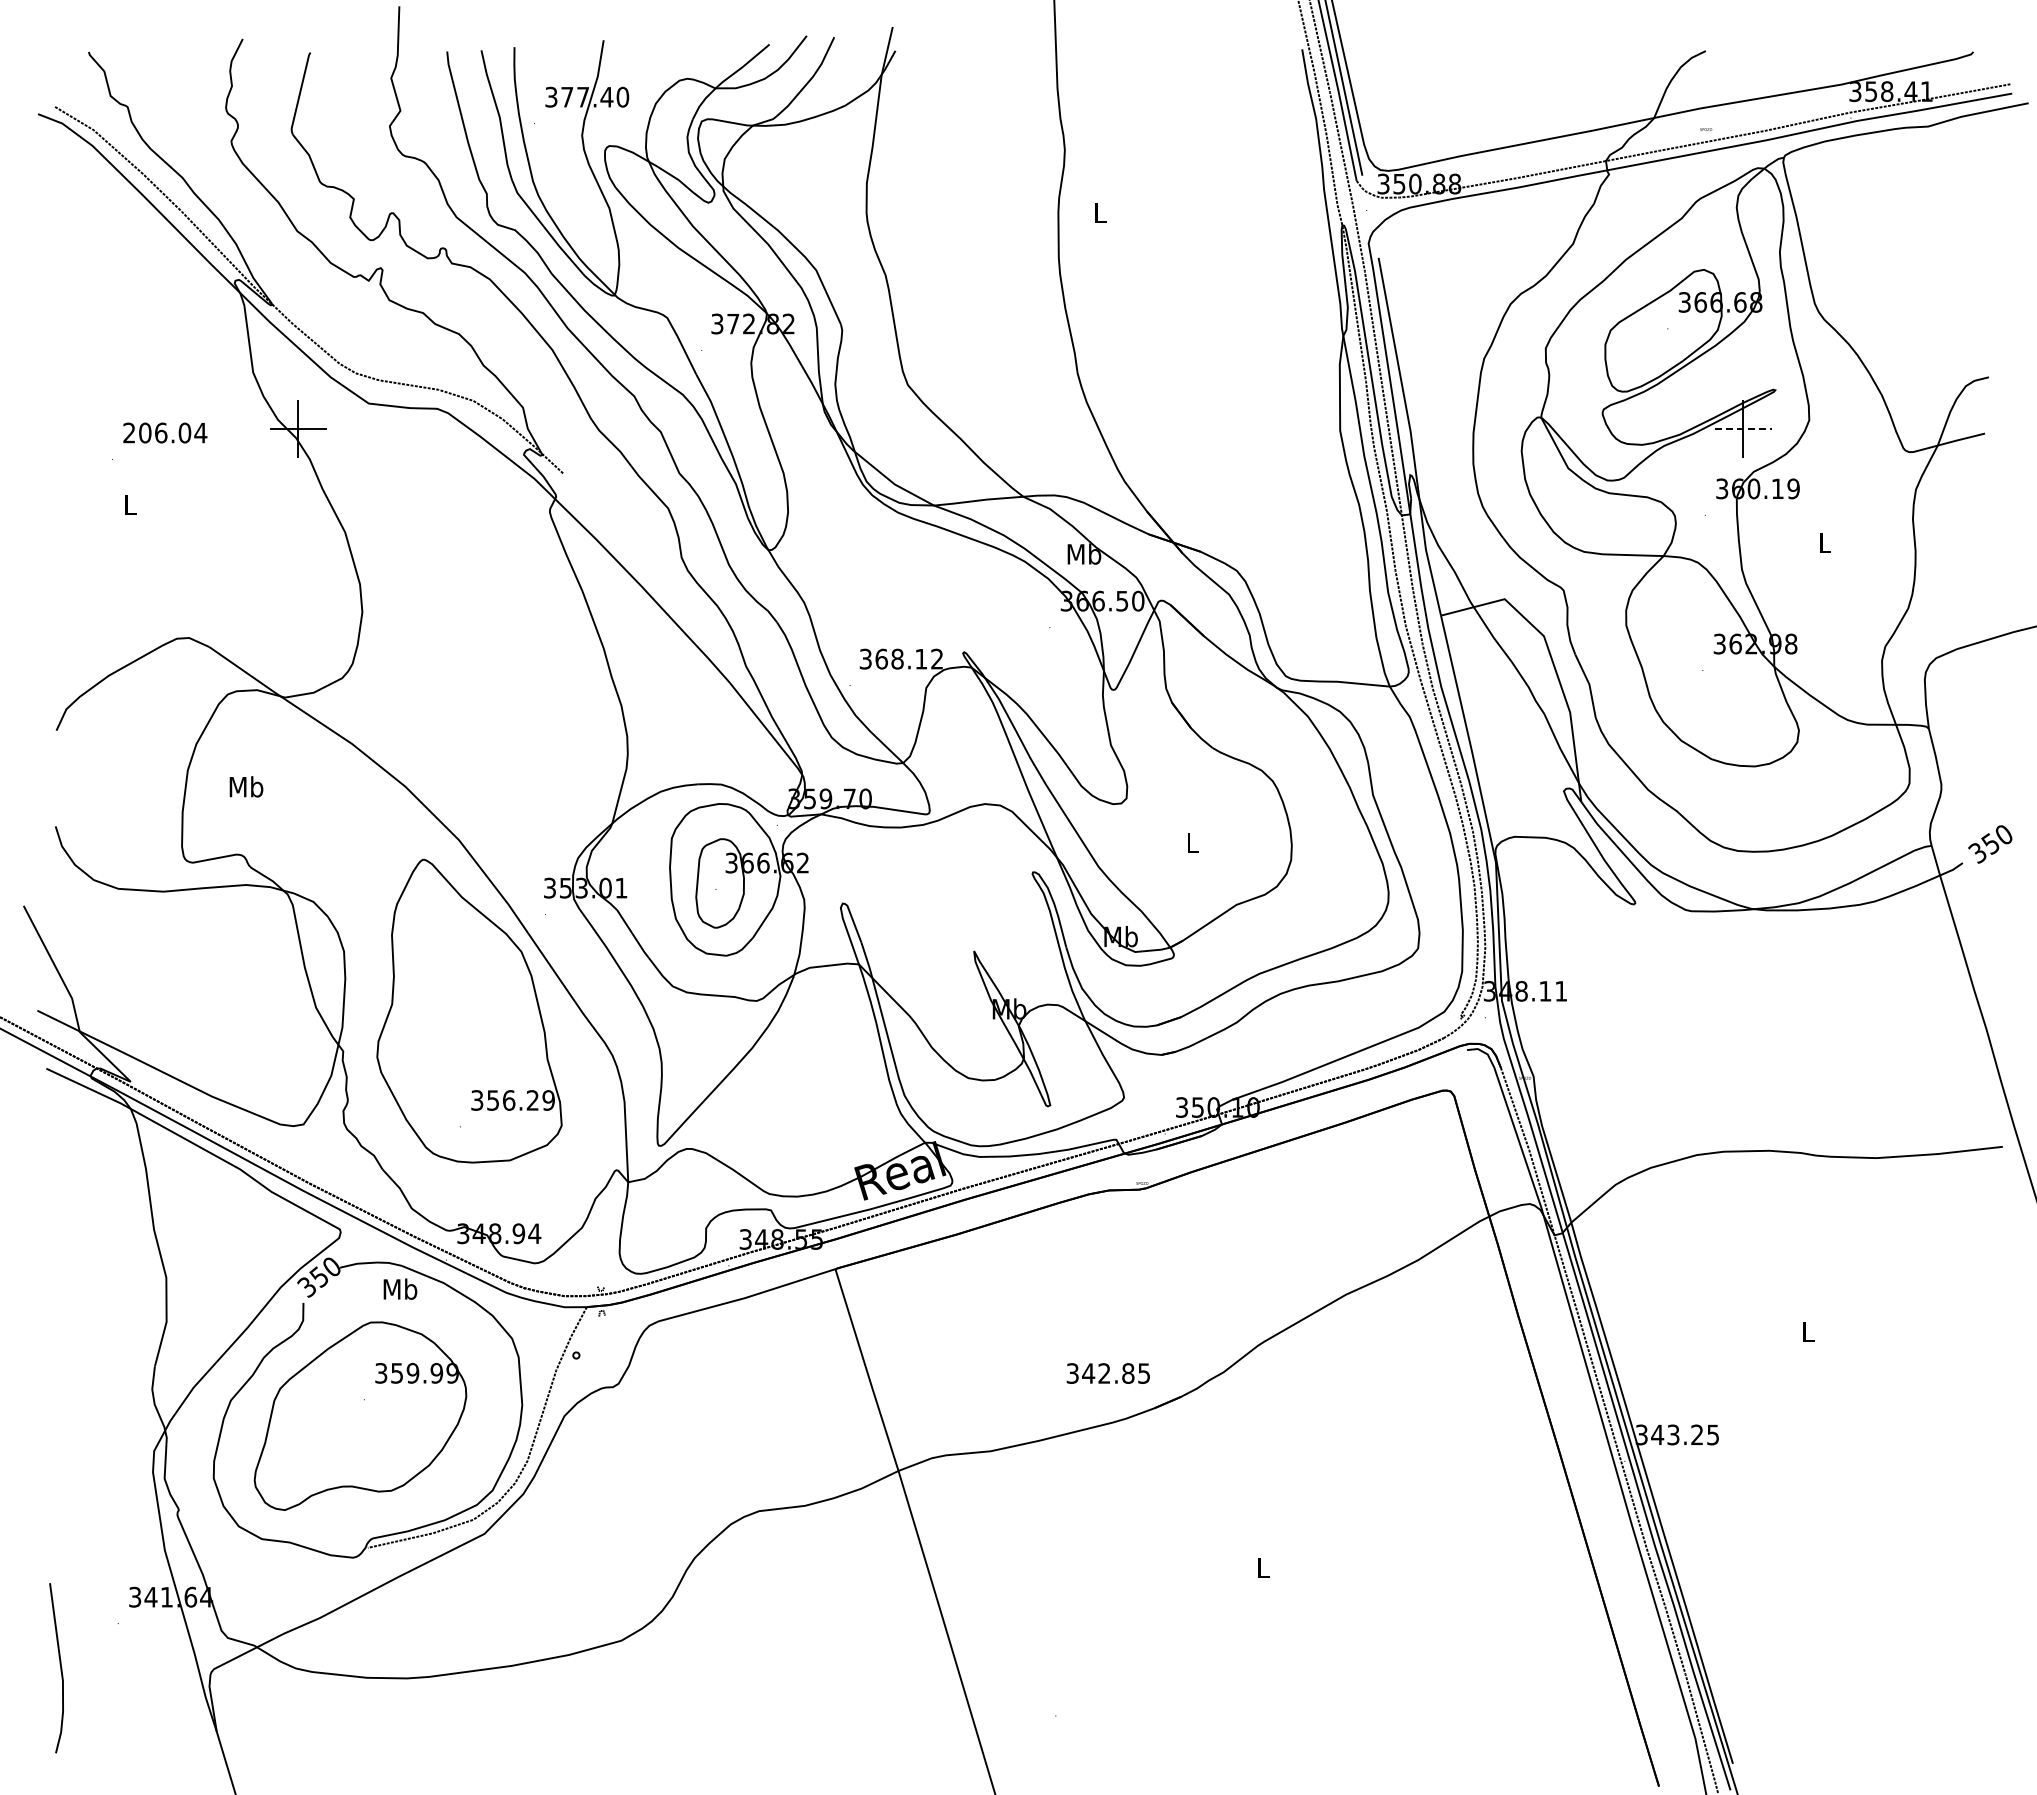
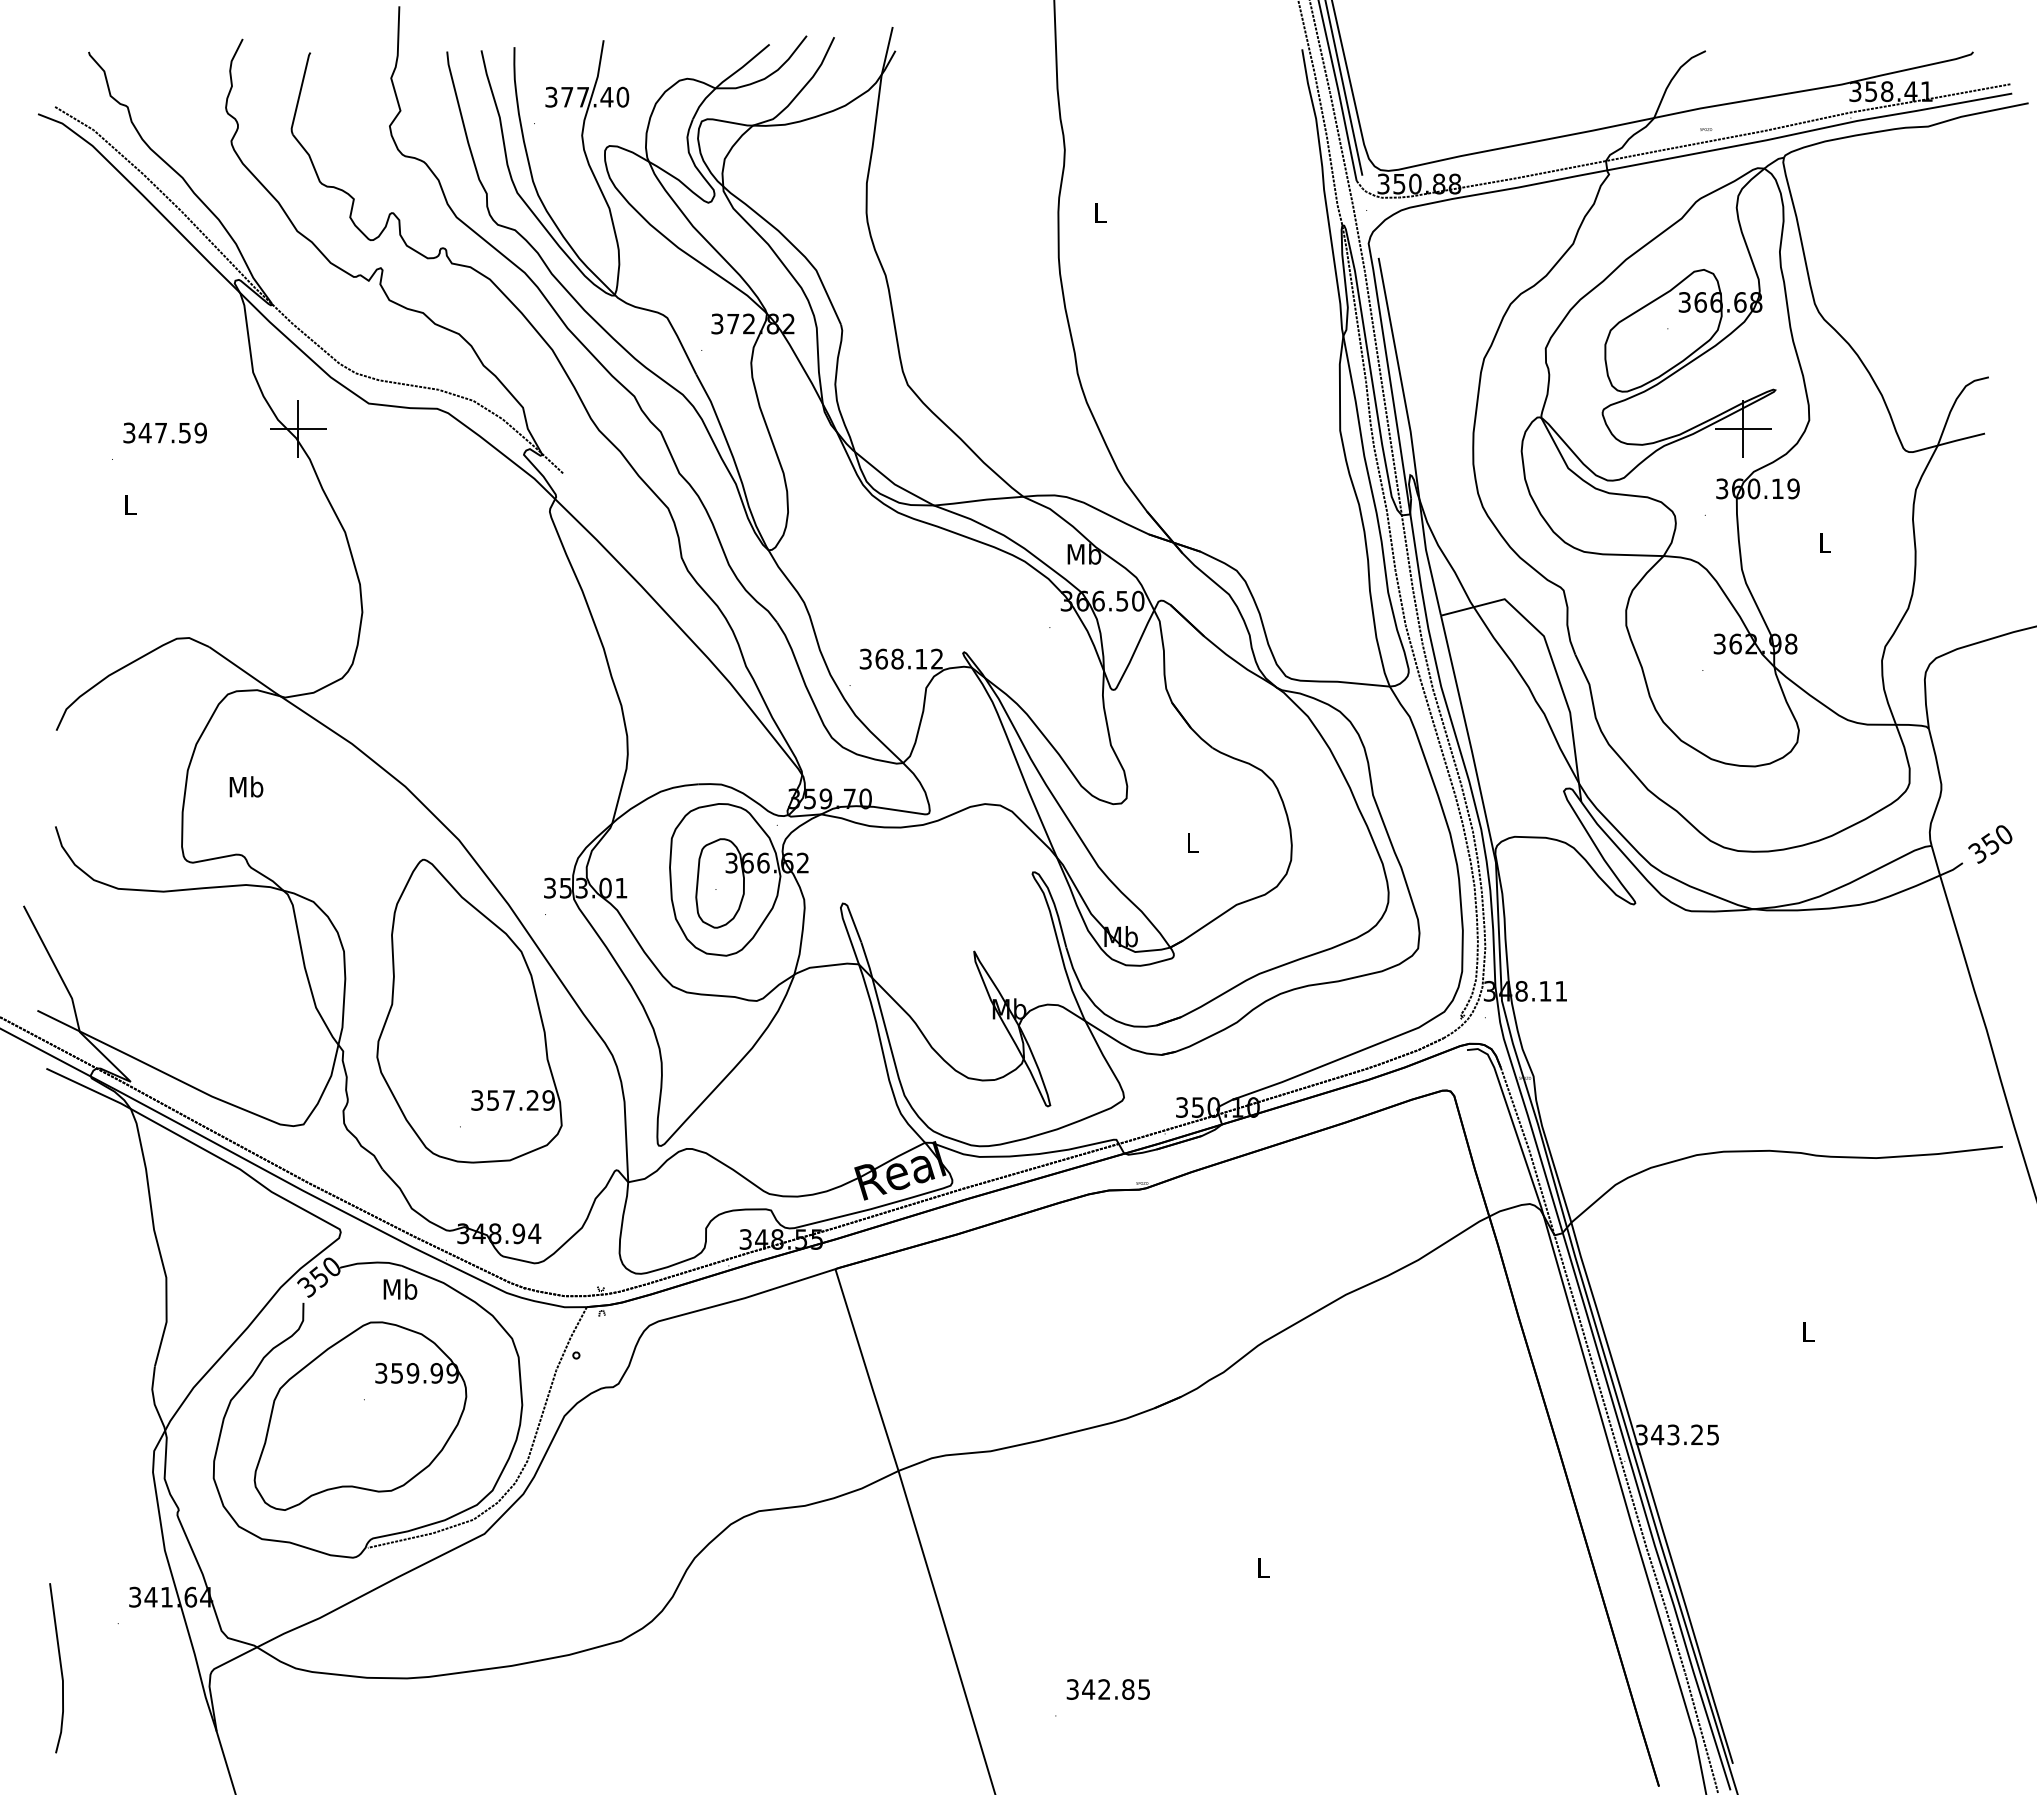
line at (1743, 429): dashed -> solid
text at (165, 432): 206.04 -> 347.59
text at (509, 1100): 356.29 -> 357.29
text at (1107, 1373) position: (1107, 1373) -> (1107, 1689)
